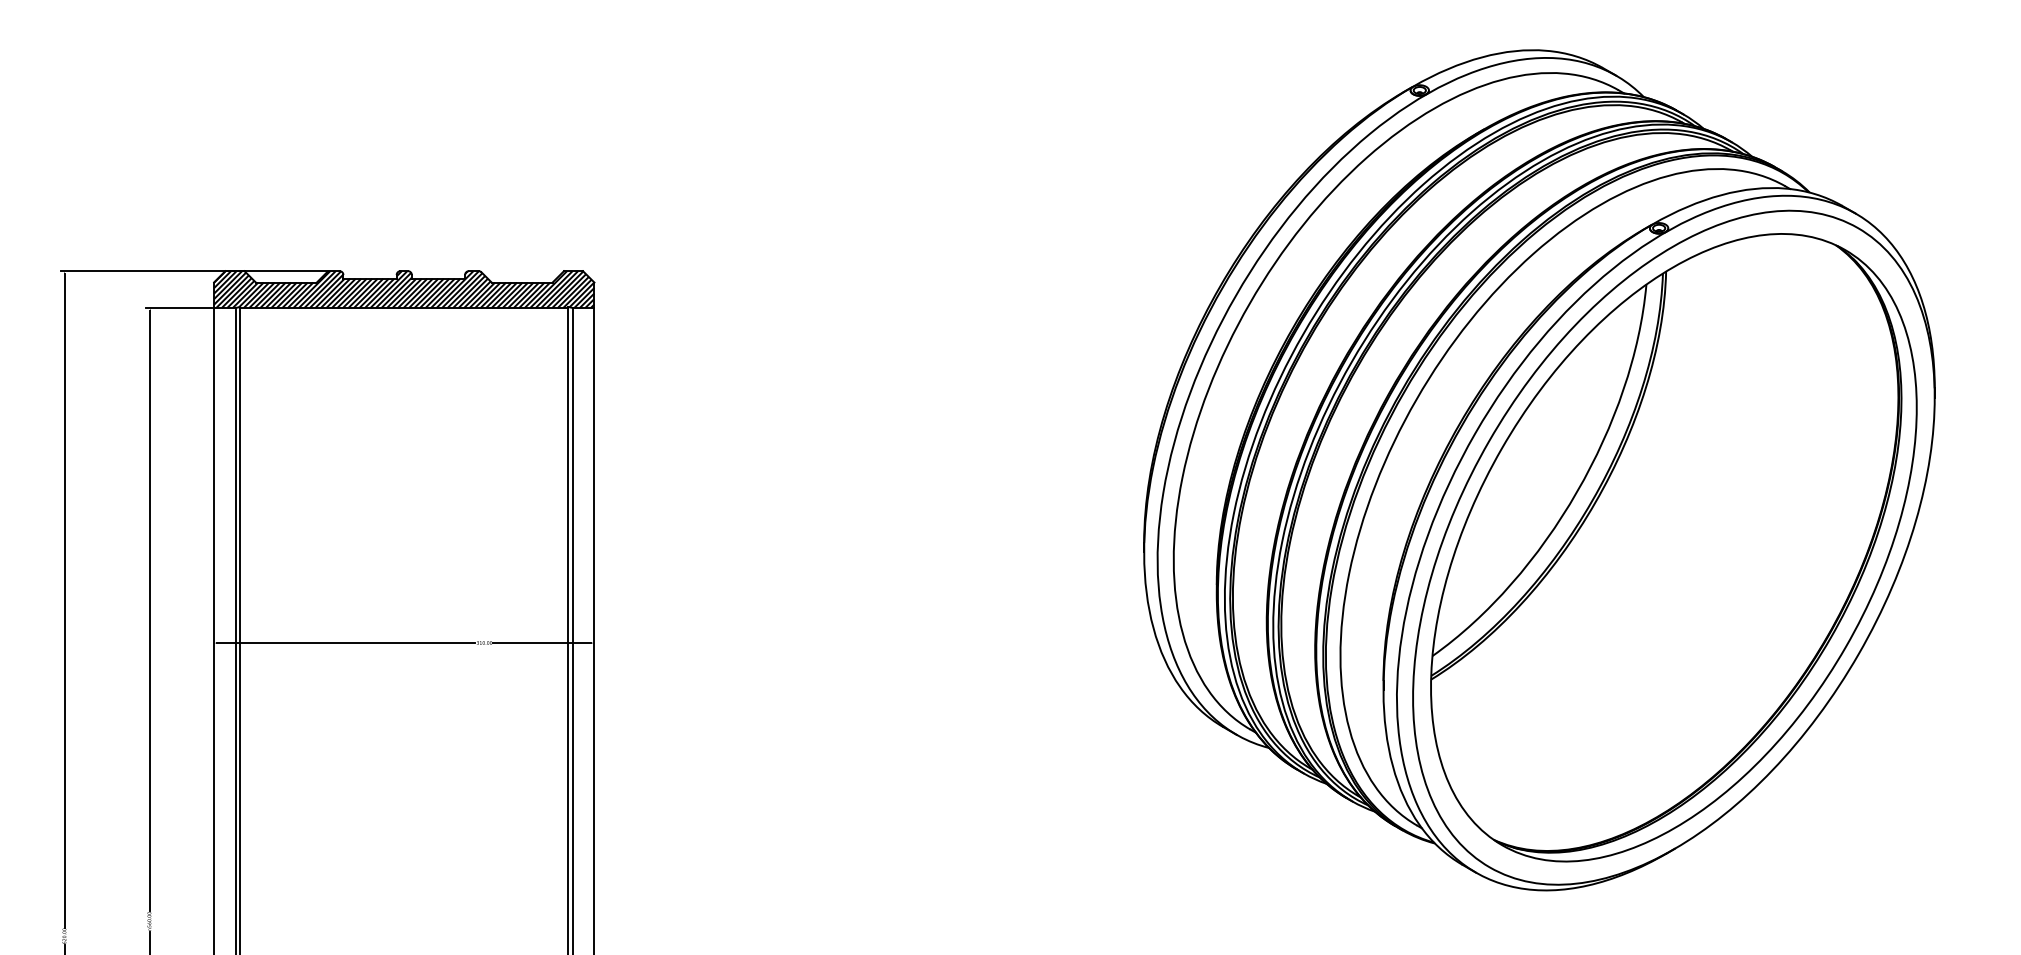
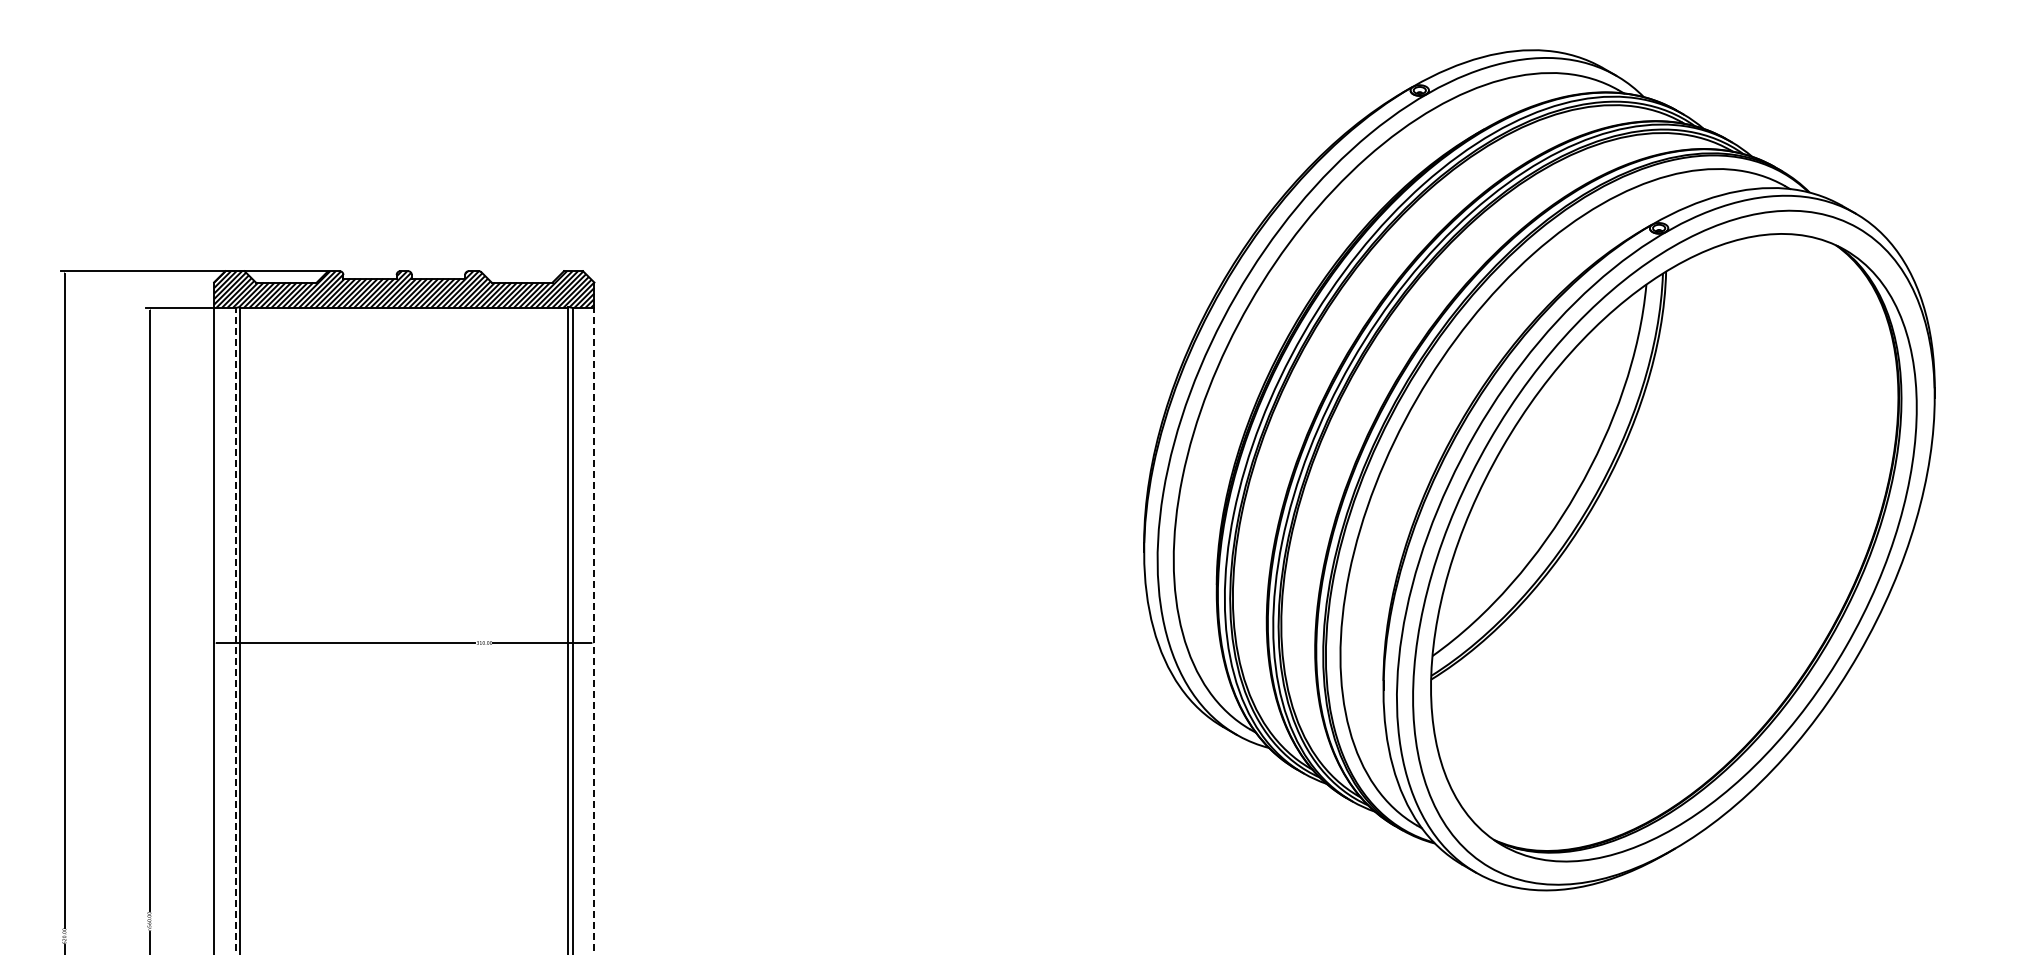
line at (235, 630): solid -> dashed
line at (594, 630): solid -> dashed
